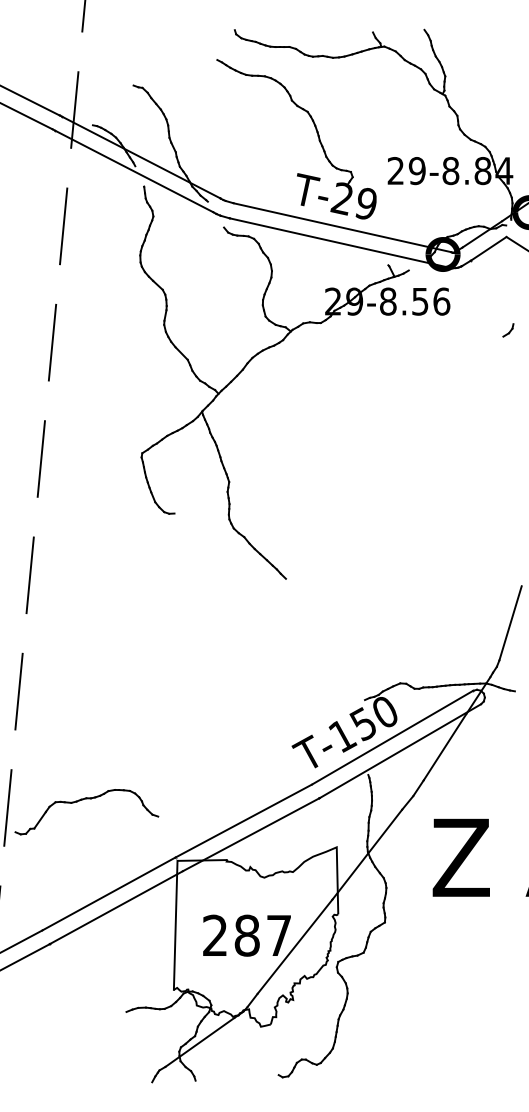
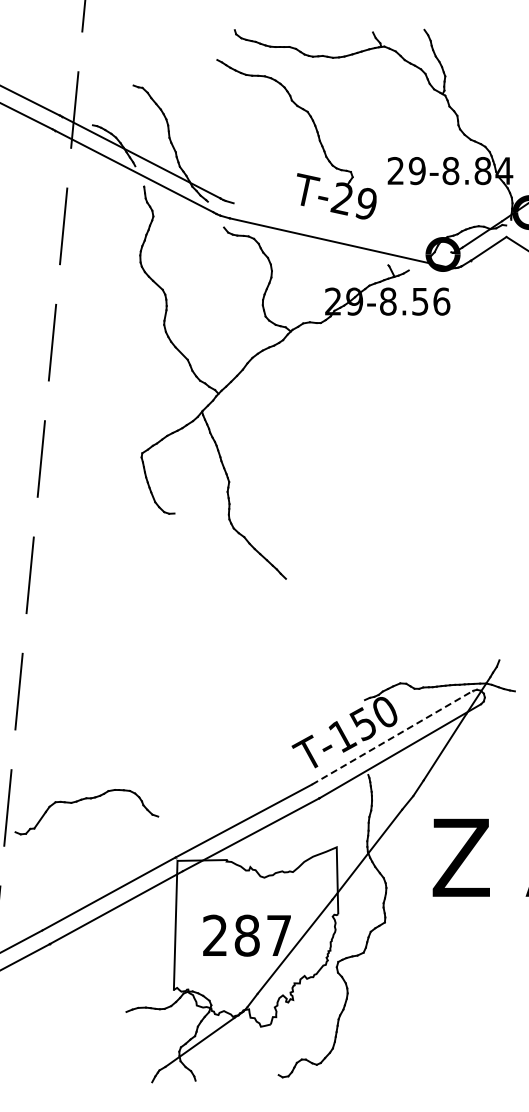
line at (342, 227): present -> none
part at (508, 330): present -> none
line at (510, 623): present -> none
line at (393, 737): solid -> dashed
